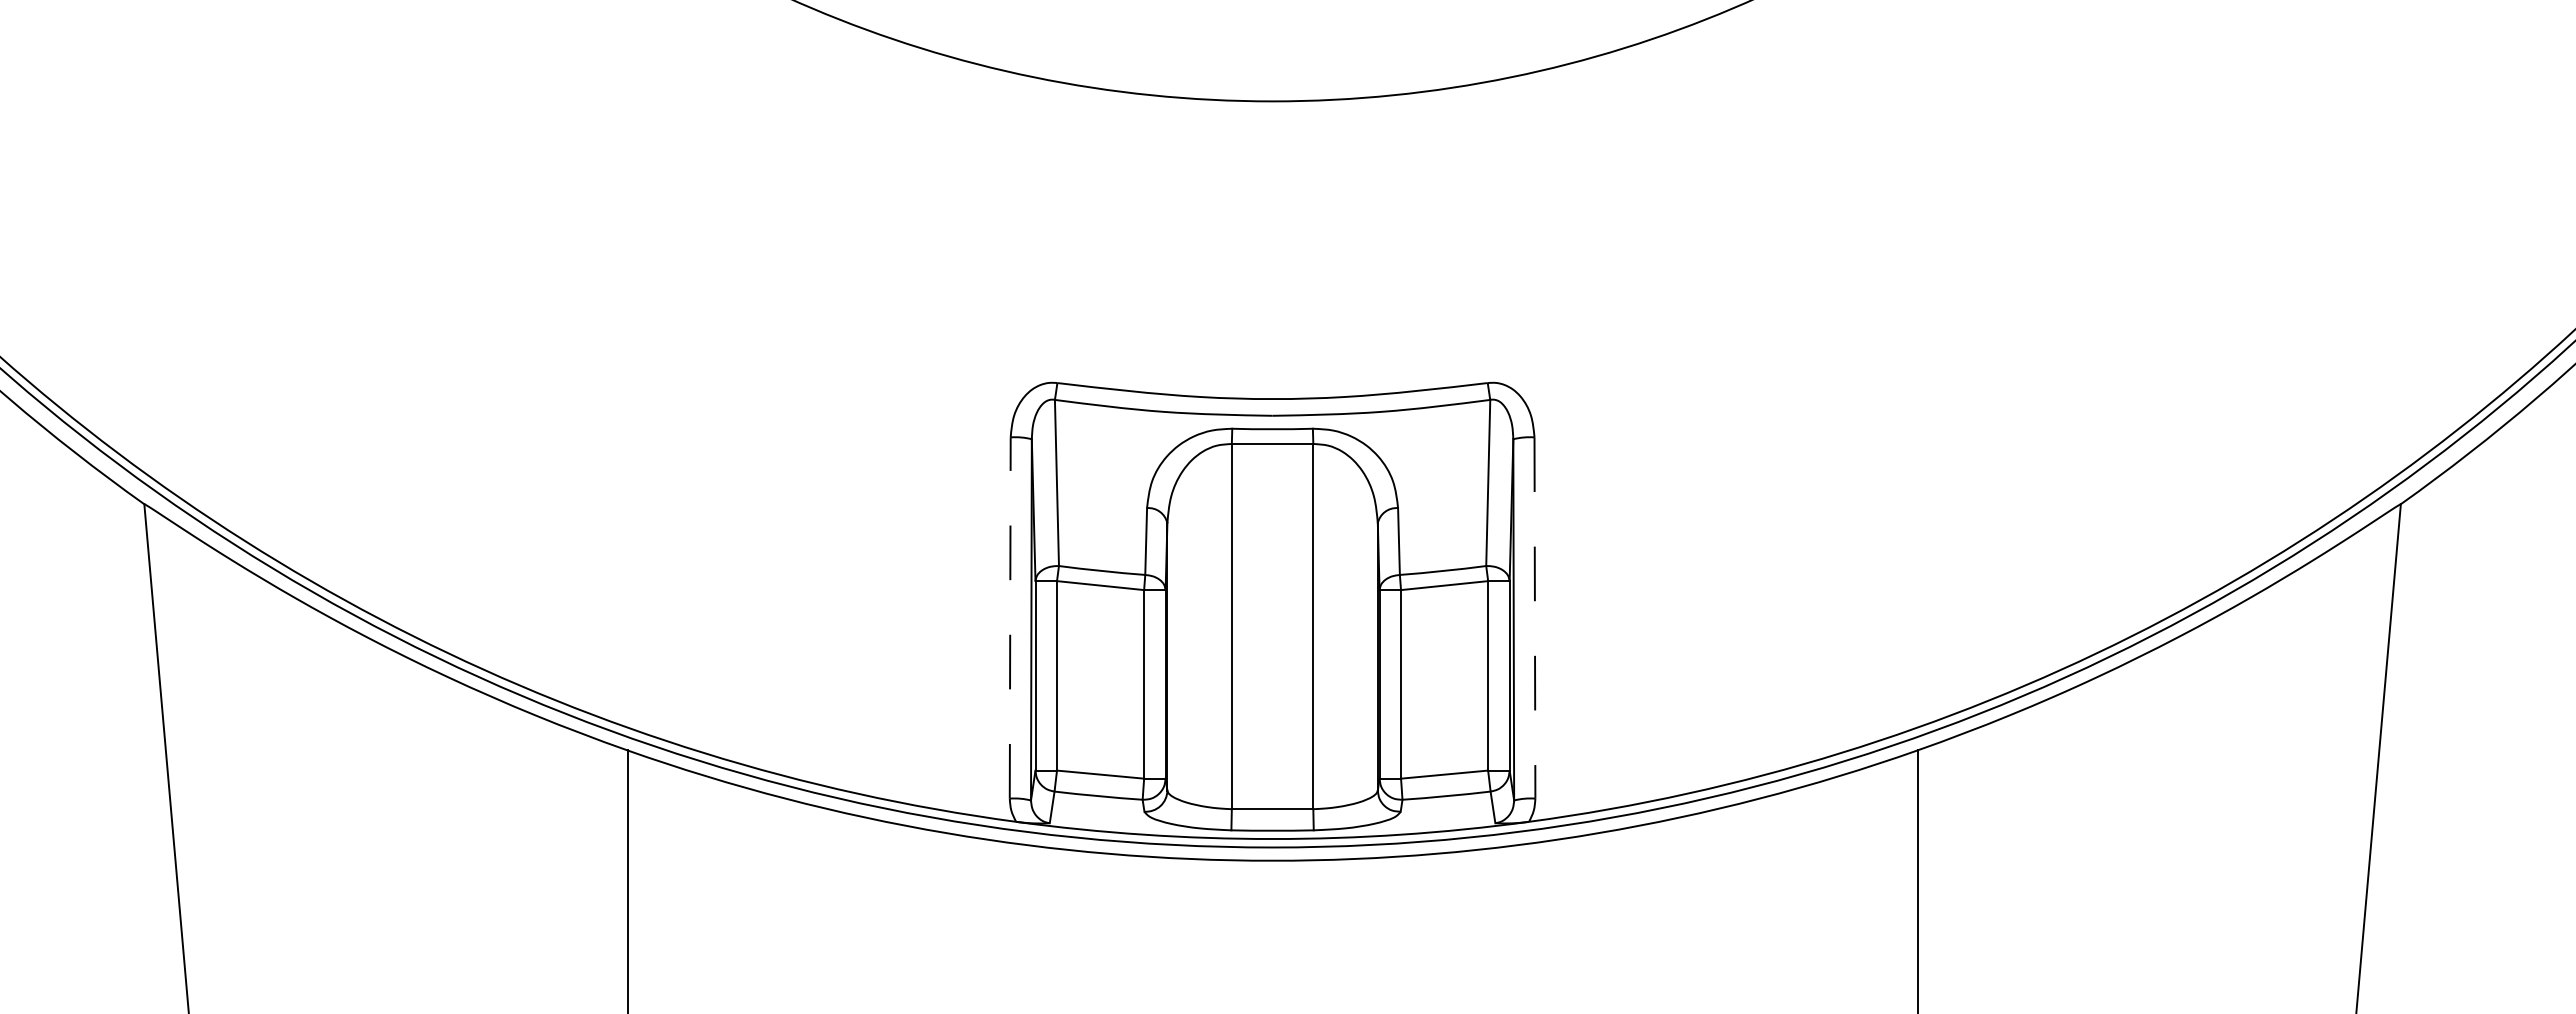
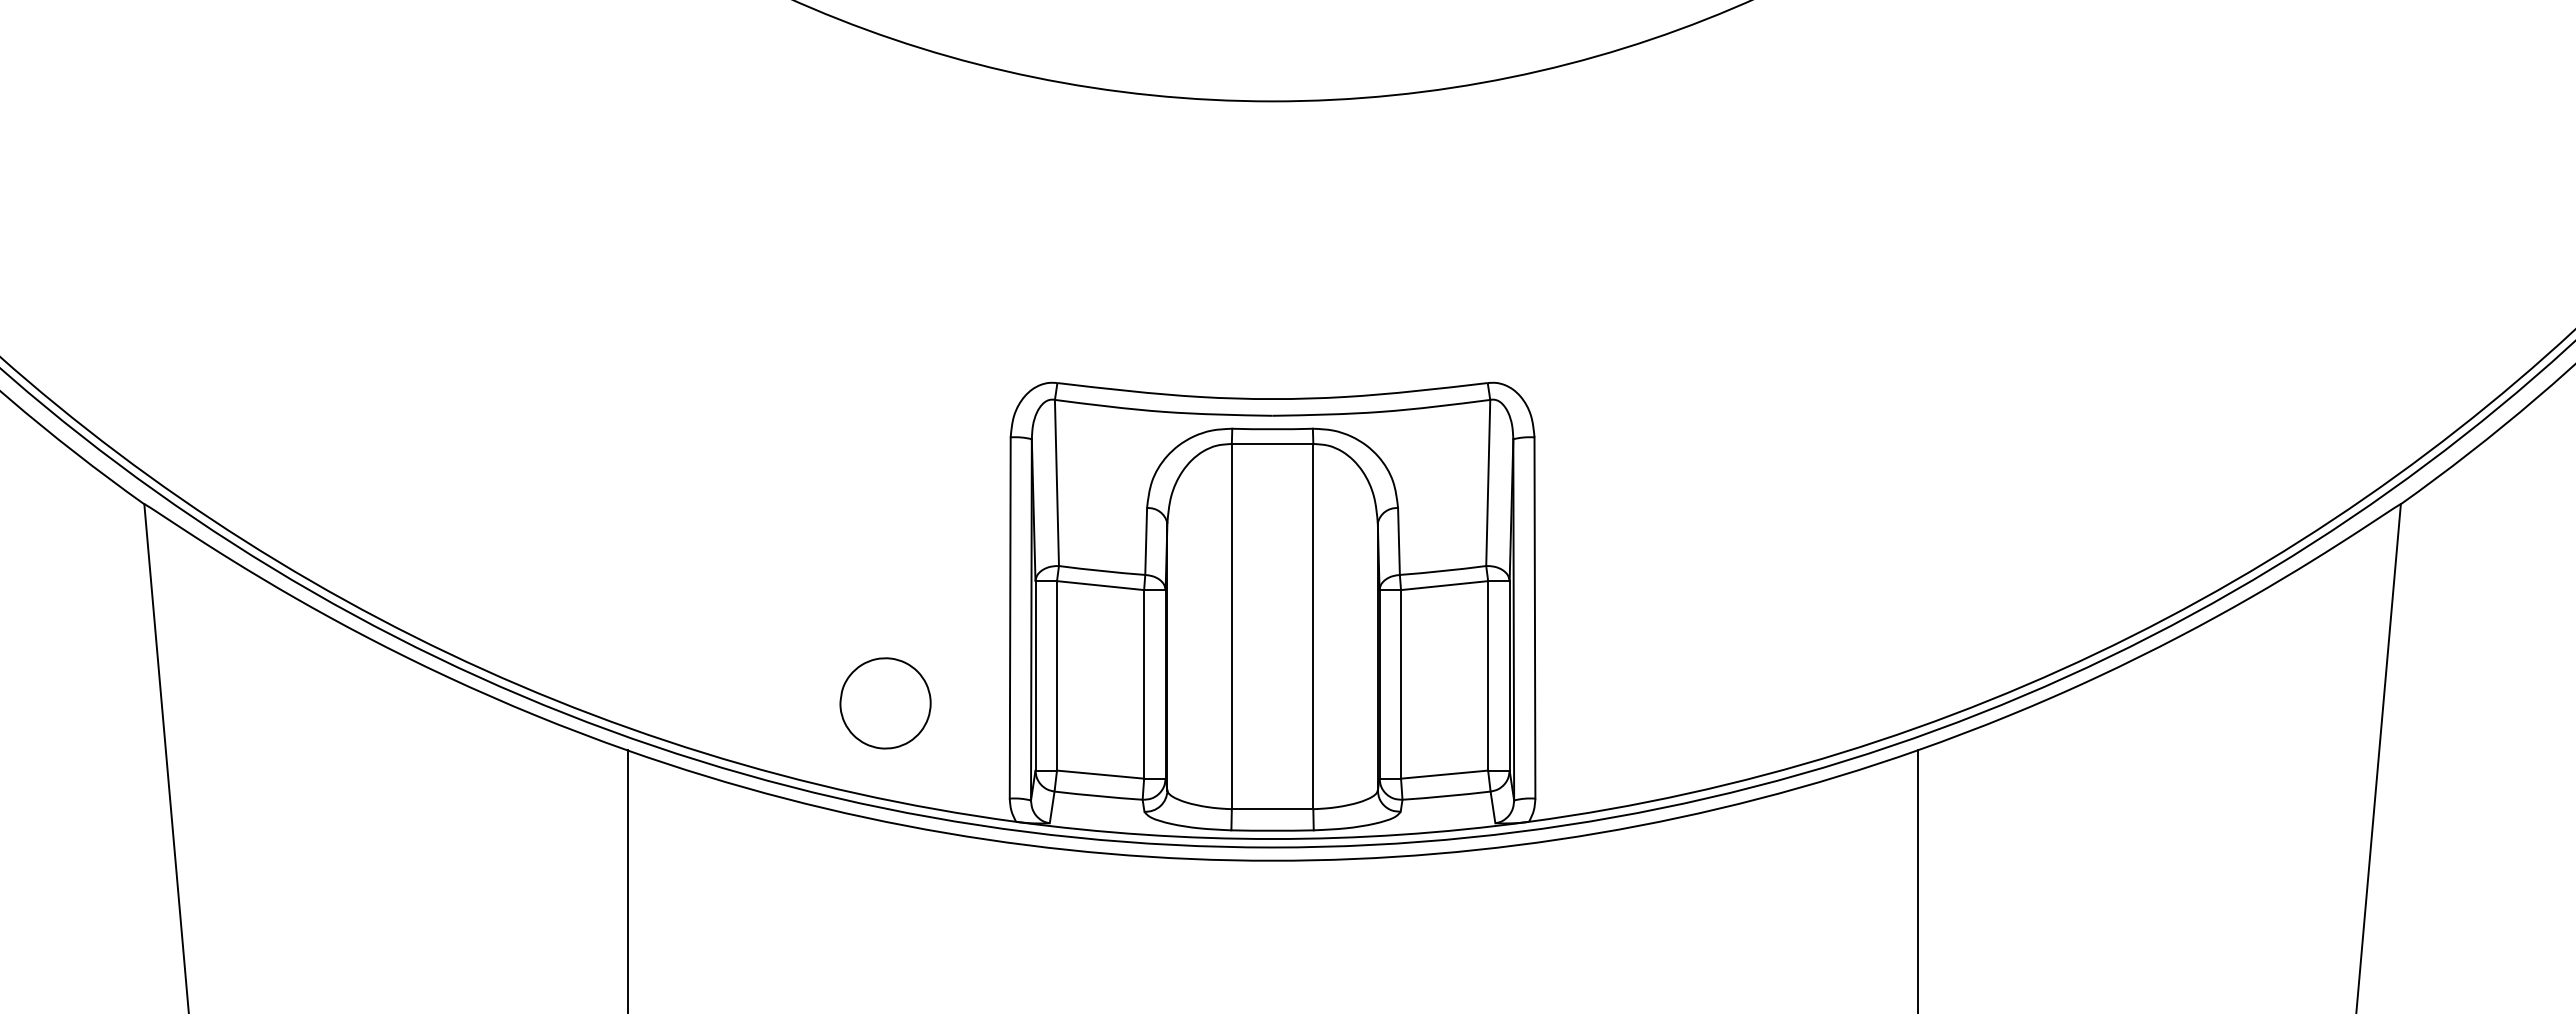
line at (1010, 618): dashed -> solid
line at (1534, 618): dashed -> solid
part at (885, 703): none -> present
